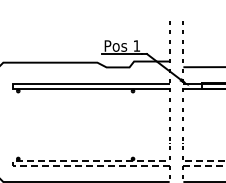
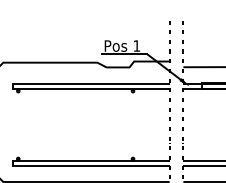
line at (225, 161): dashed -> solid
line at (12, 163): dashed -> solid
